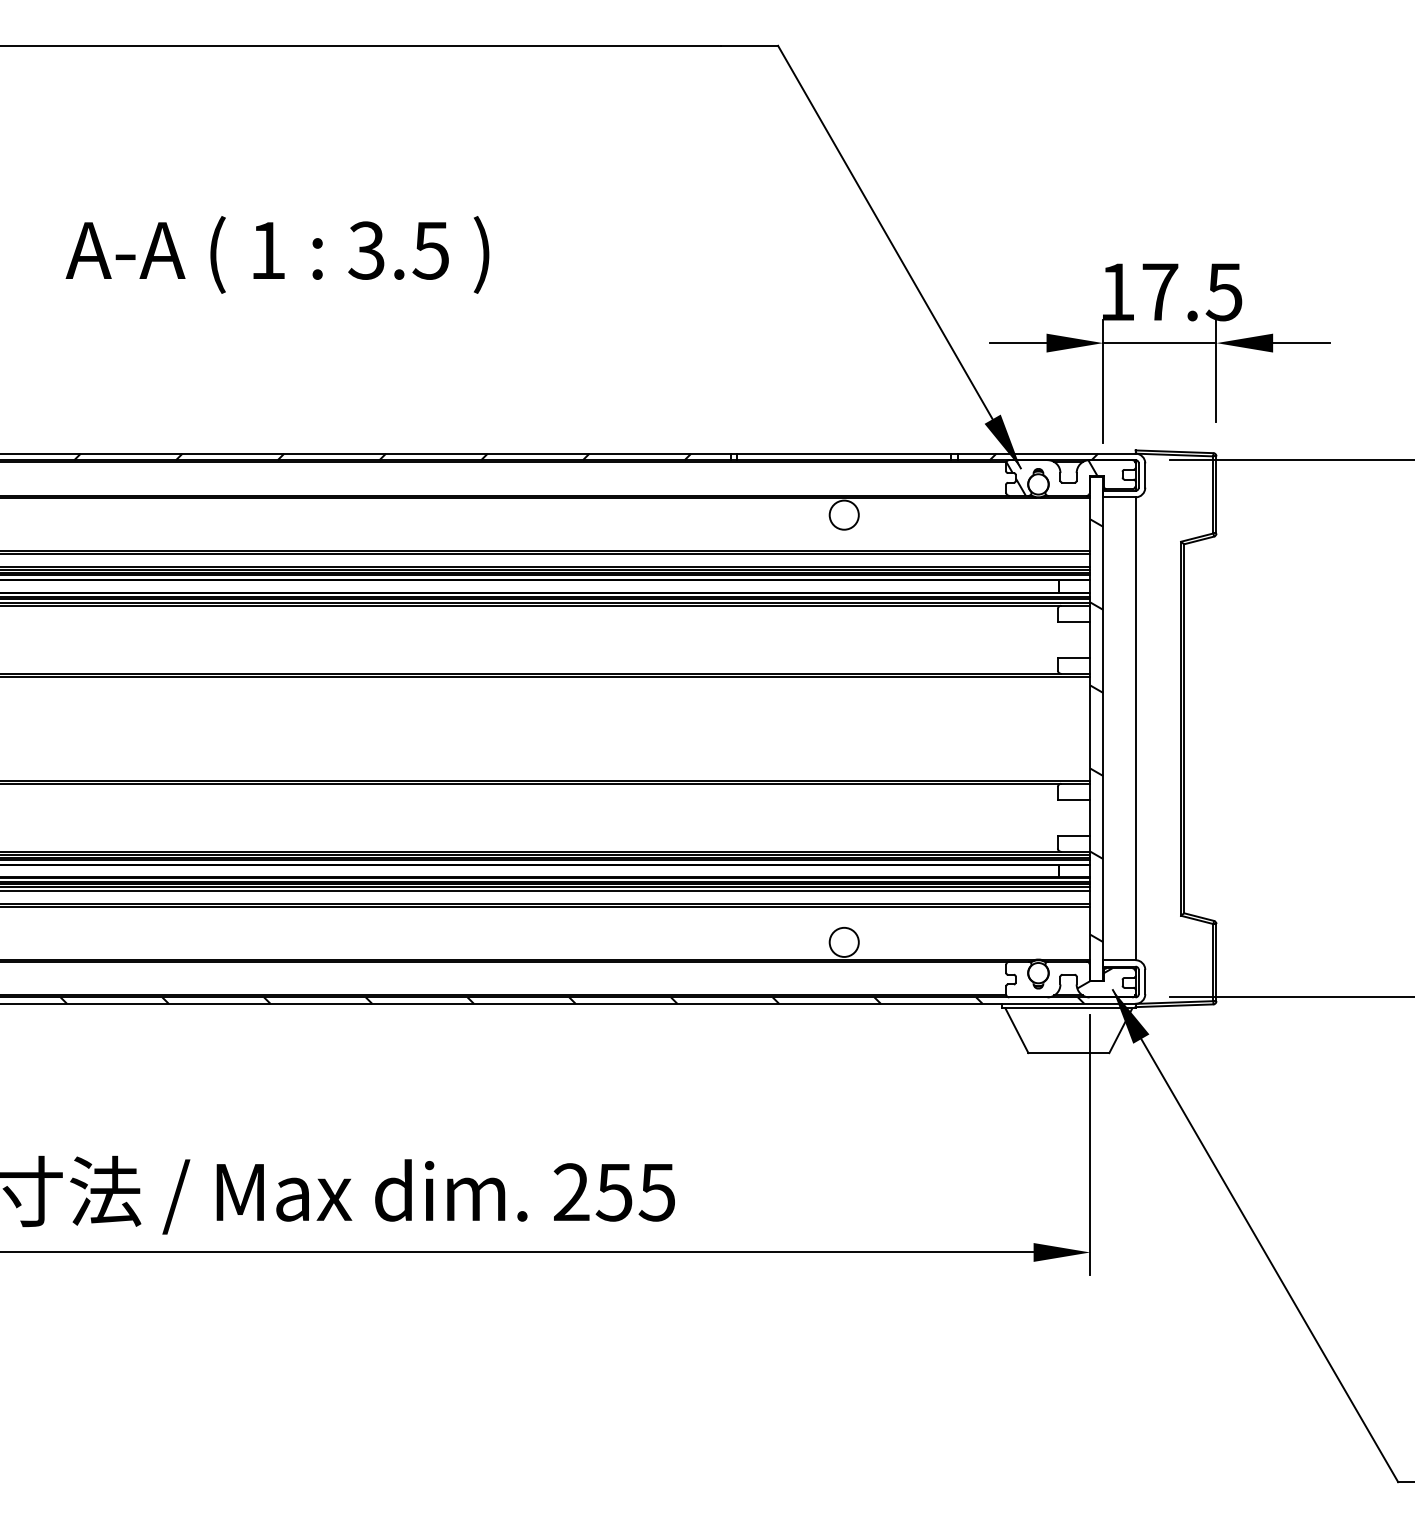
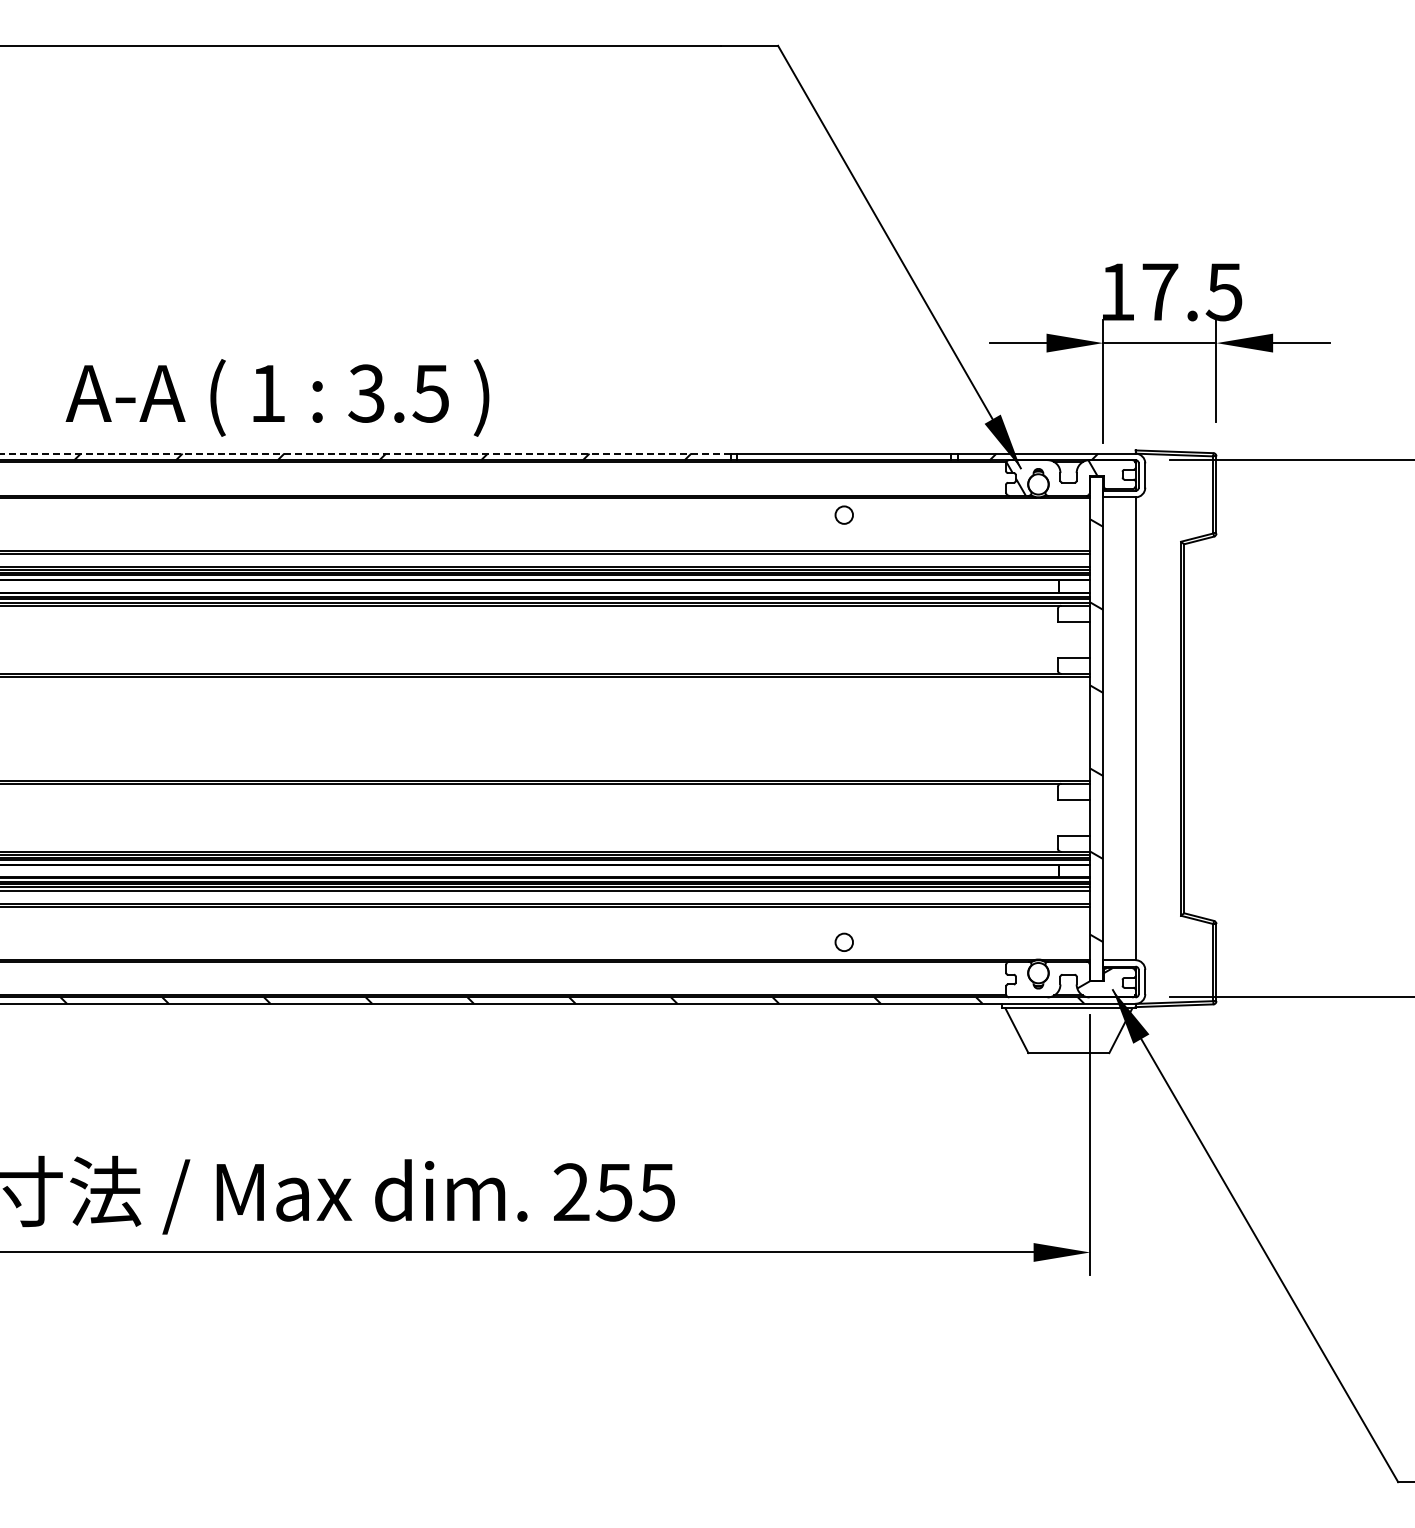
text at (277, 254) position: (277, 254) -> (277, 397)
line at (365, 453): solid -> dashed
circle at (843, 514) diameter: 29 px -> 17 px
circle at (843, 941) diameter: 29 px -> 17 px
